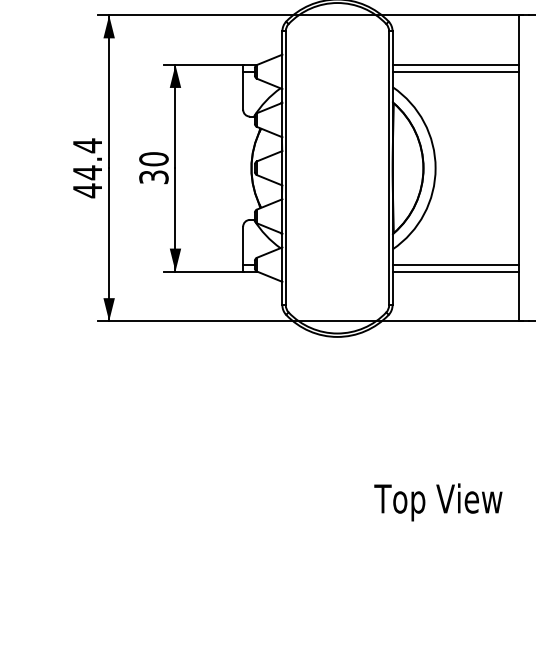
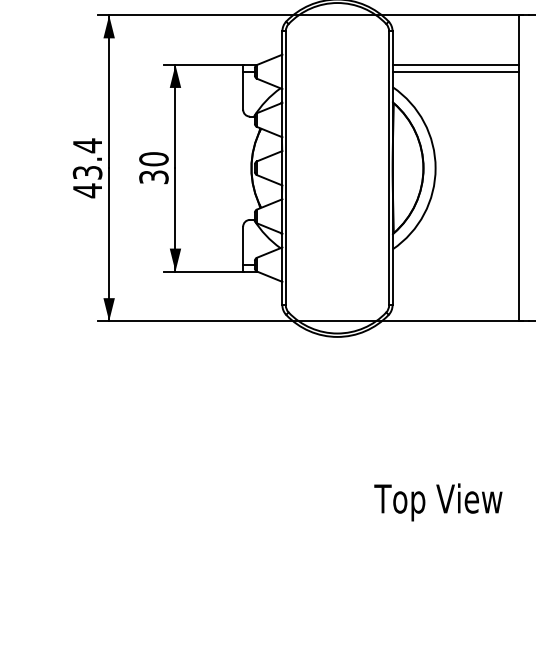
text at (87, 172): 44.4 -> 43.4
line at (455, 264): present -> none
line at (455, 271): present -> none
